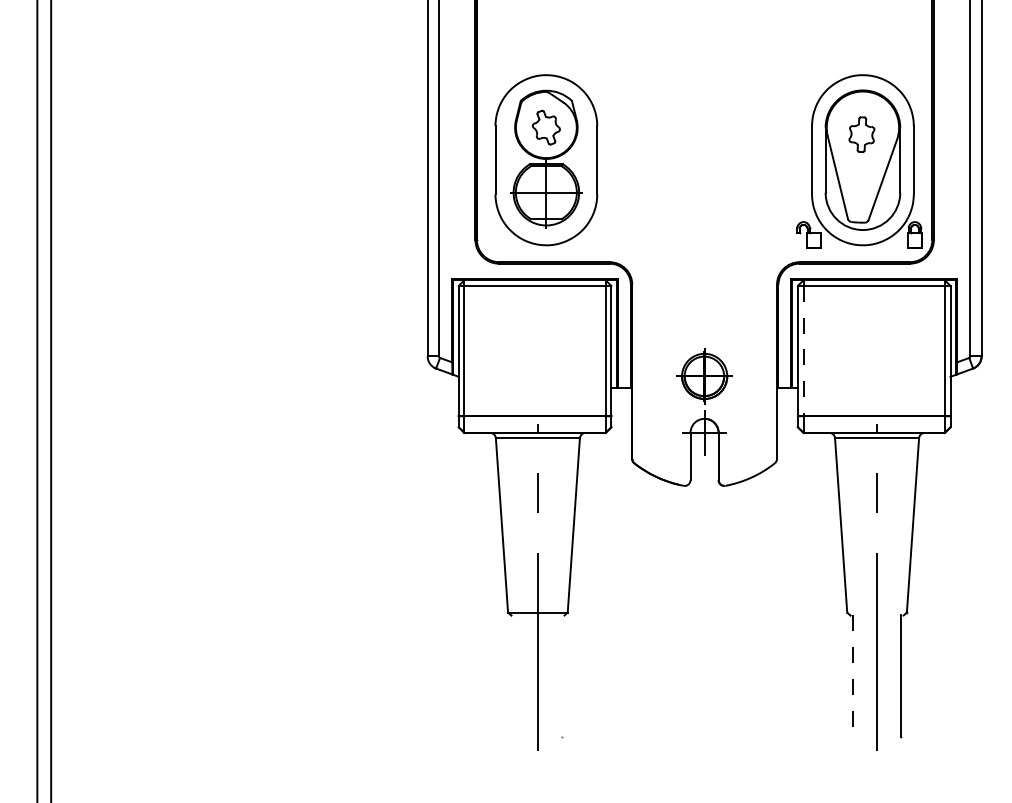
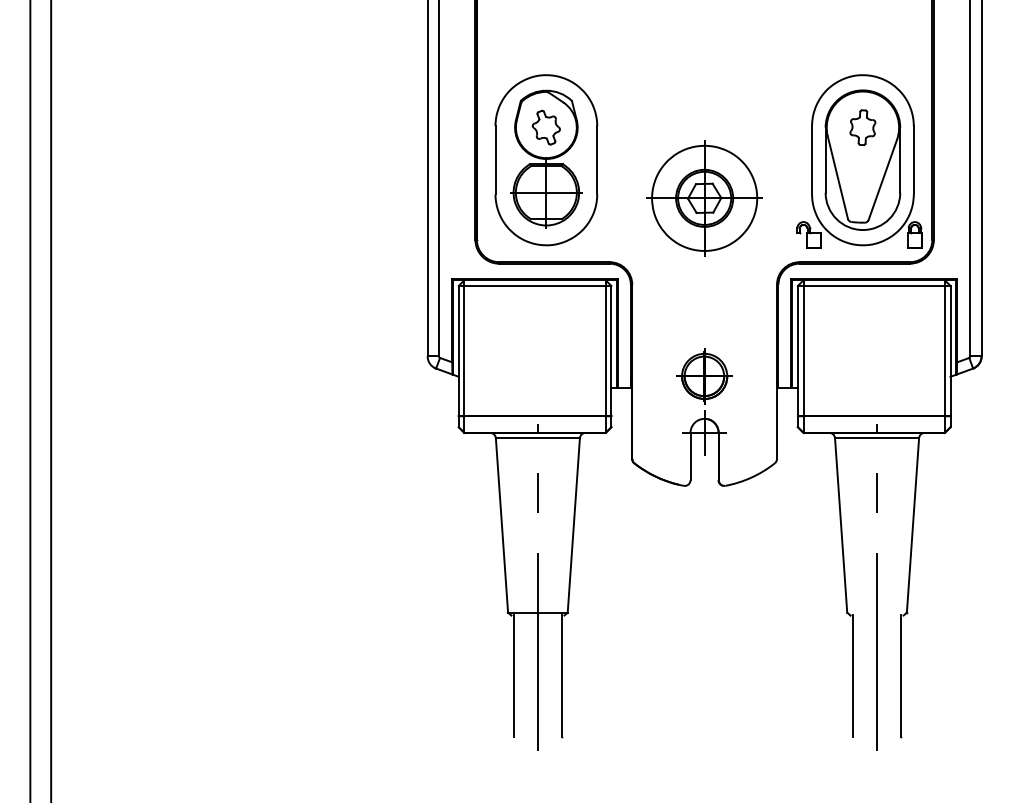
part at (861, 134) position: (861, 134) -> (862, 127)
part at (704, 198): none -> present
line at (803, 351): dashed -> solid
line at (37, 400) position: (37, 400) -> (30, 400)
line at (514, 676): none -> present
line at (561, 676): none -> present
line at (853, 676): dashed -> solid
